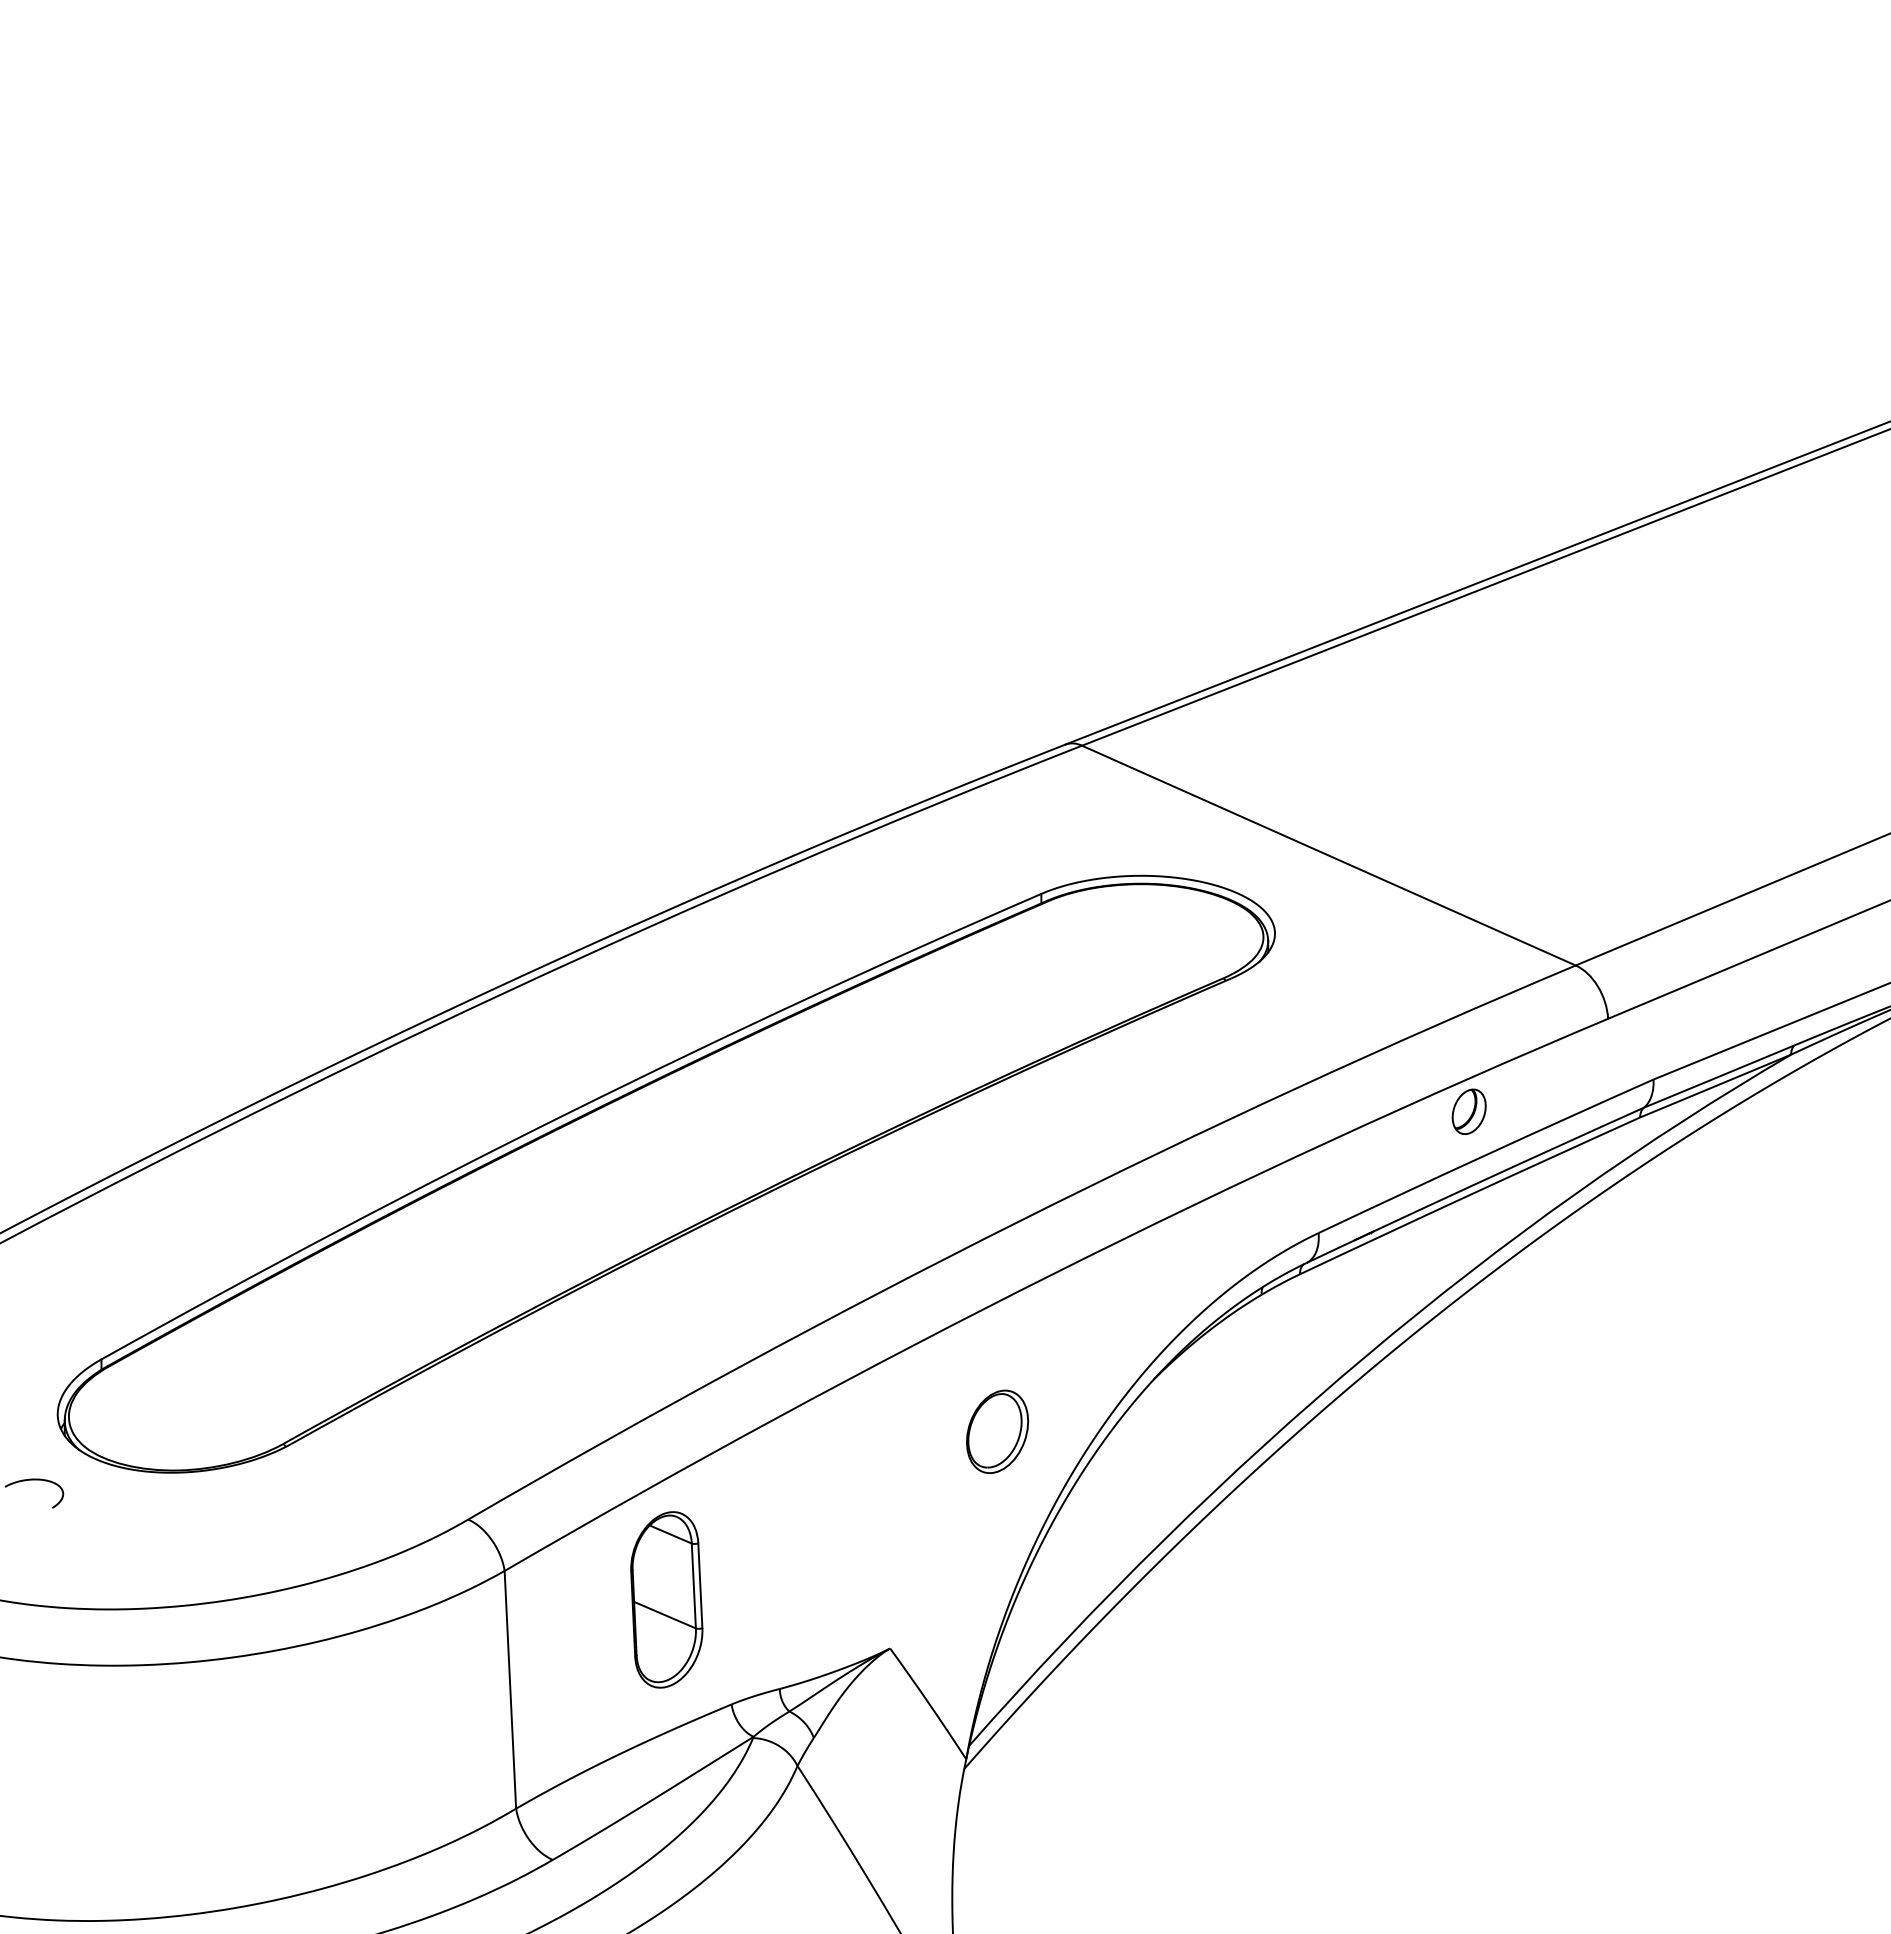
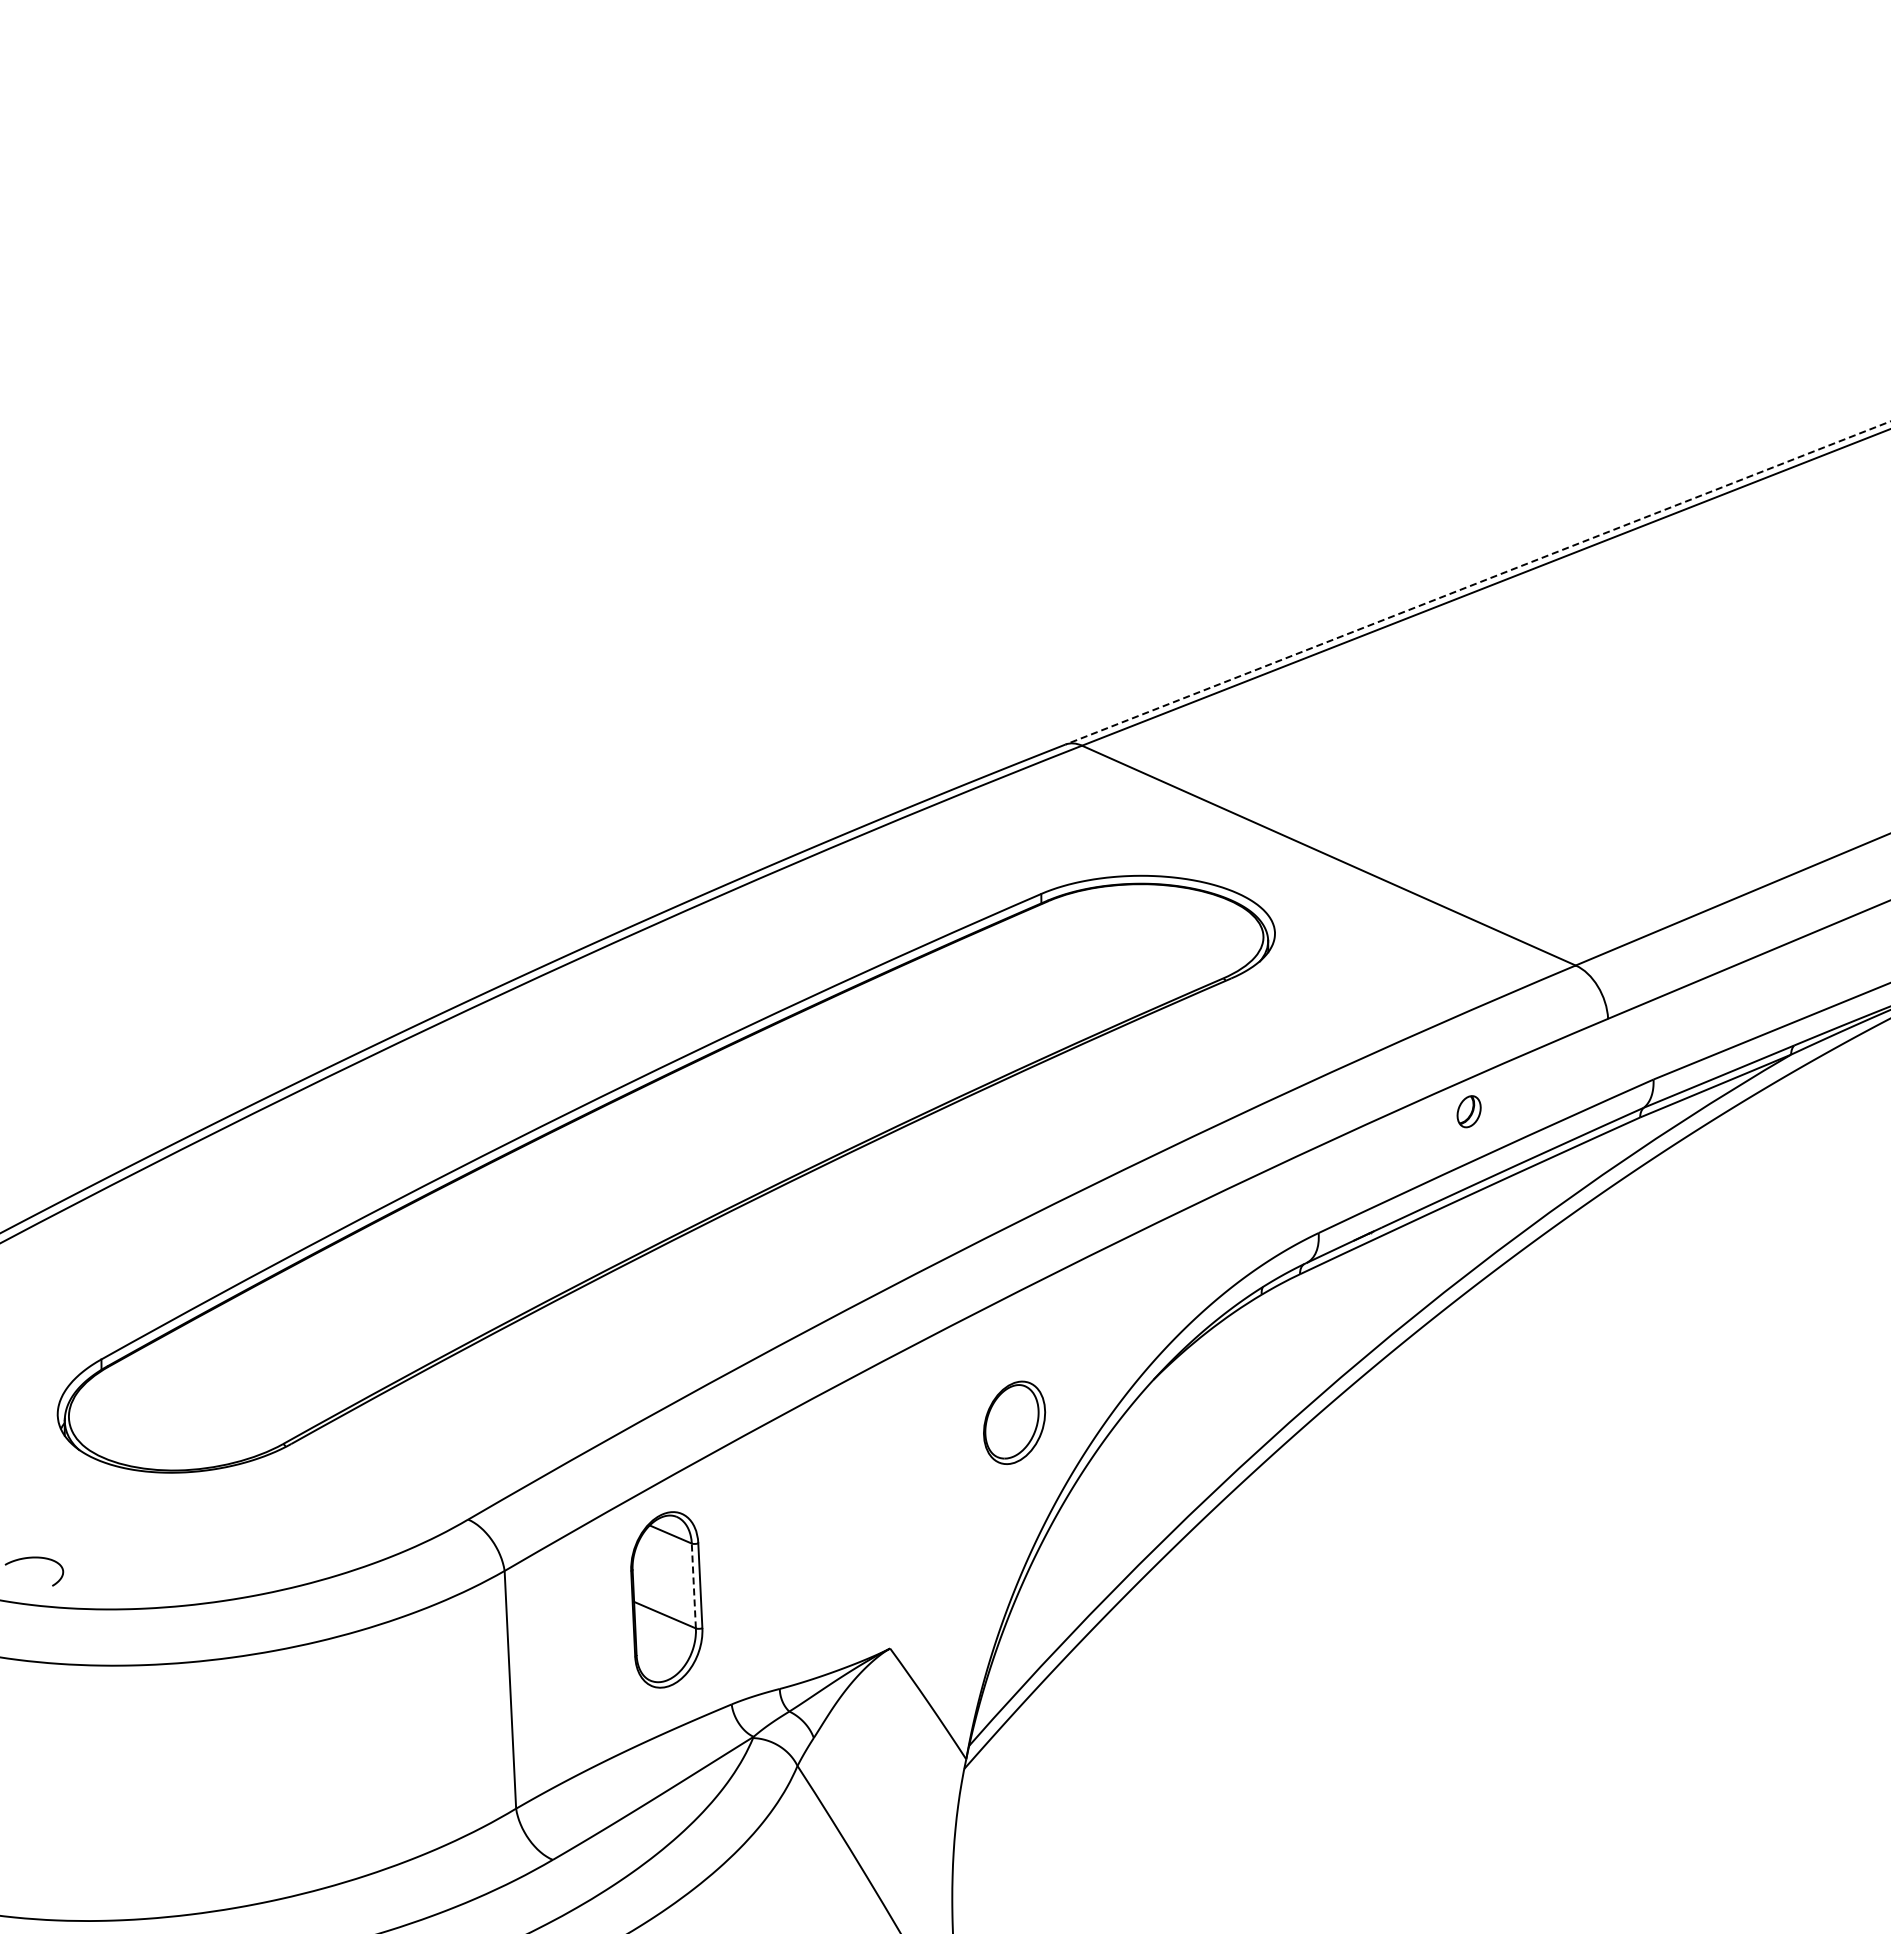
line at (1477, 583): solid -> dashed
part at (1468, 1111) size: 36x47 px -> 26x34 px
part at (997, 1431) position: (997, 1431) -> (1014, 1422)
curve at (34, 1480) position: (34, 1480) -> (34, 1558)
line at (693, 1585): solid -> dashed
